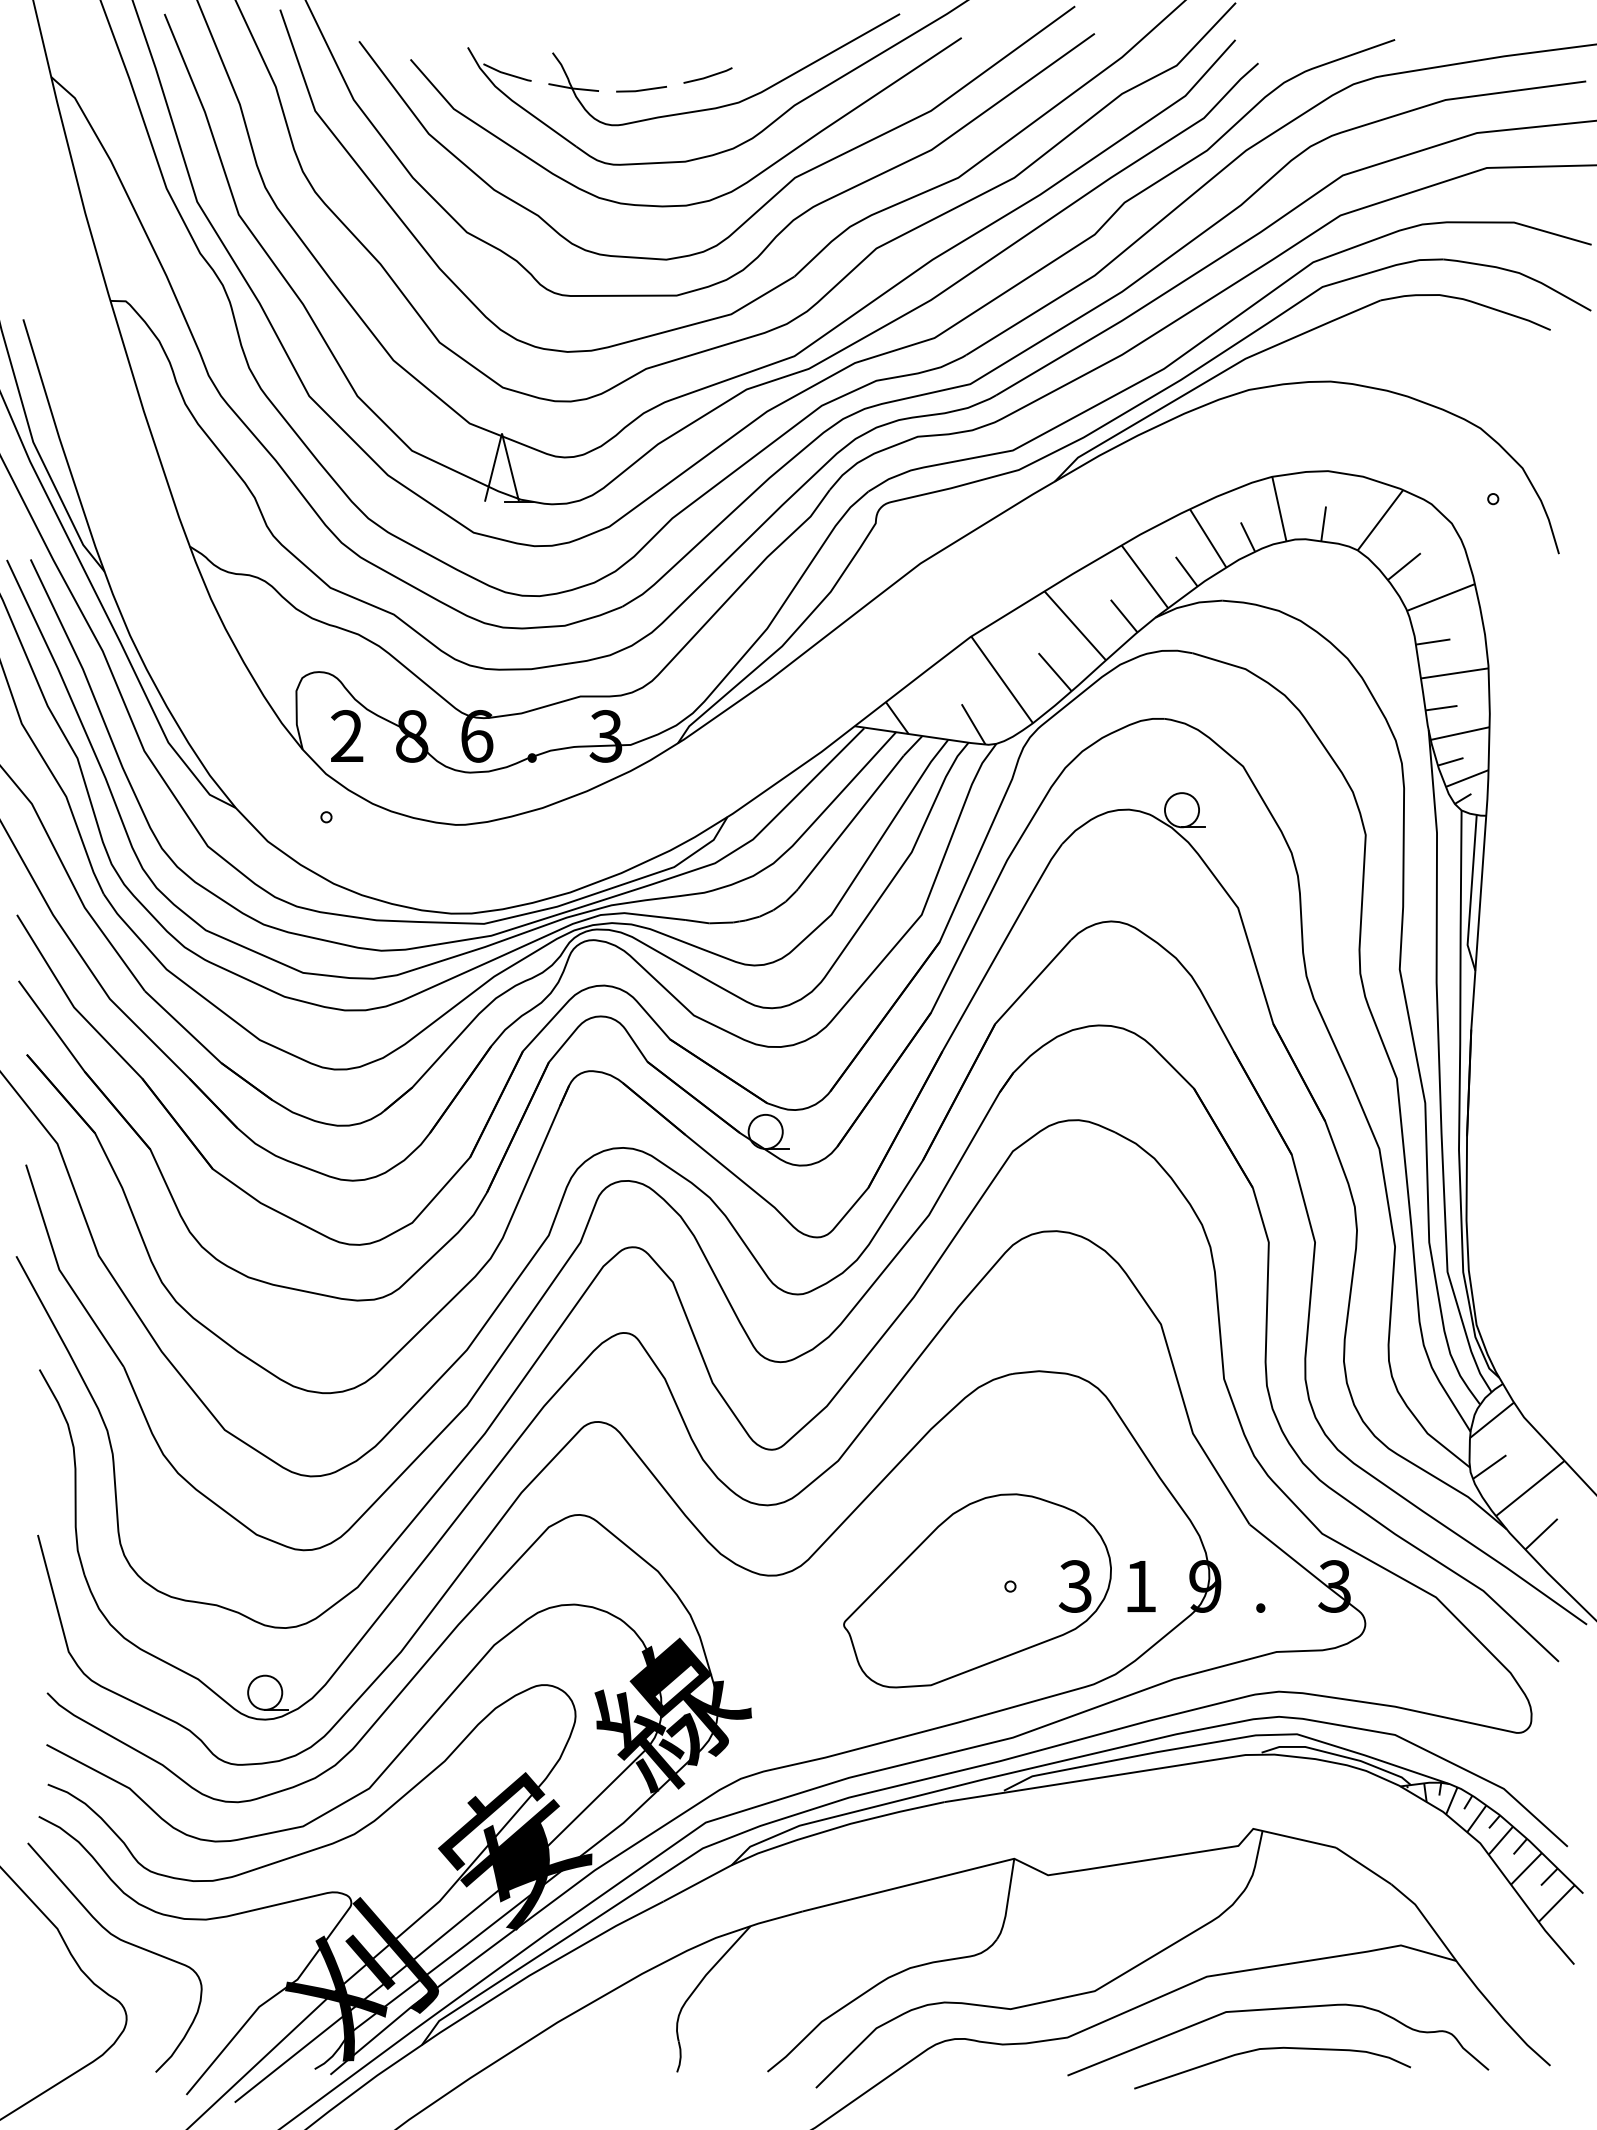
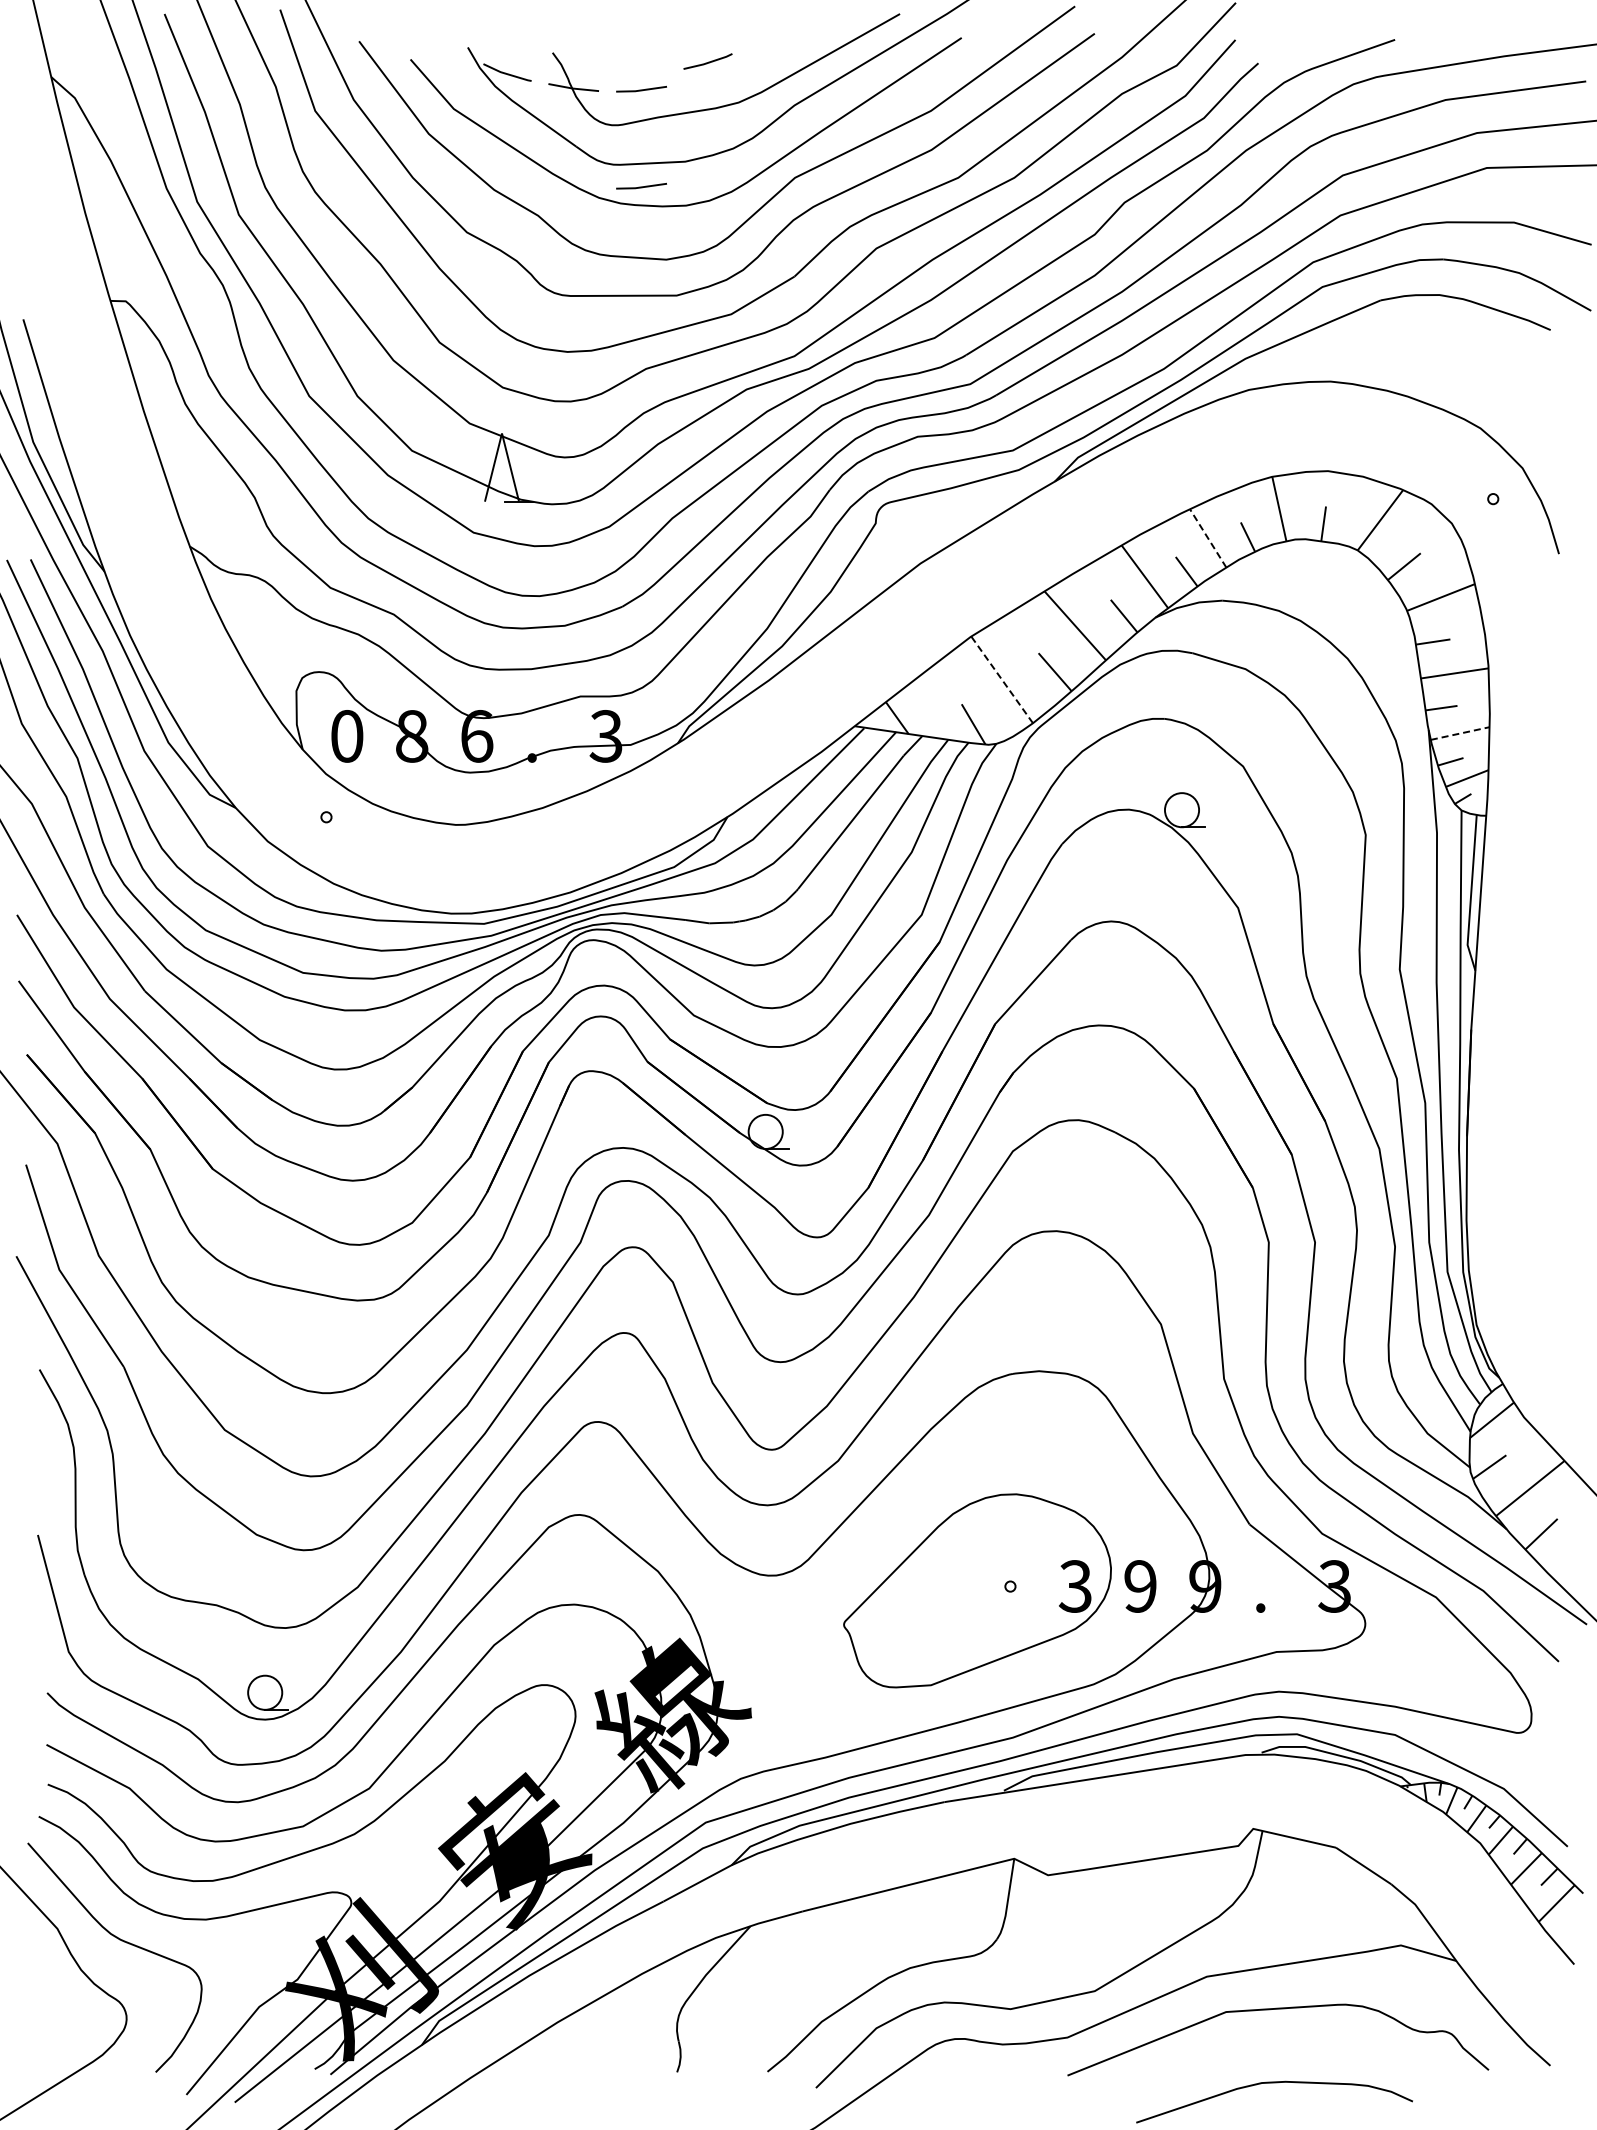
line at (708, 75) position: (708, 75) -> (708, 61)
line at (641, 186): none -> present
line at (1207, 538): solid -> dashed
line at (1001, 679): solid -> dashed
line at (1460, 733): solid -> dashed
text at (347, 736): 2 -> 0
text at (1140, 1586): 1 -> 9
curve at (1272, 2049) position: (1272, 2049) -> (1274, 2083)
